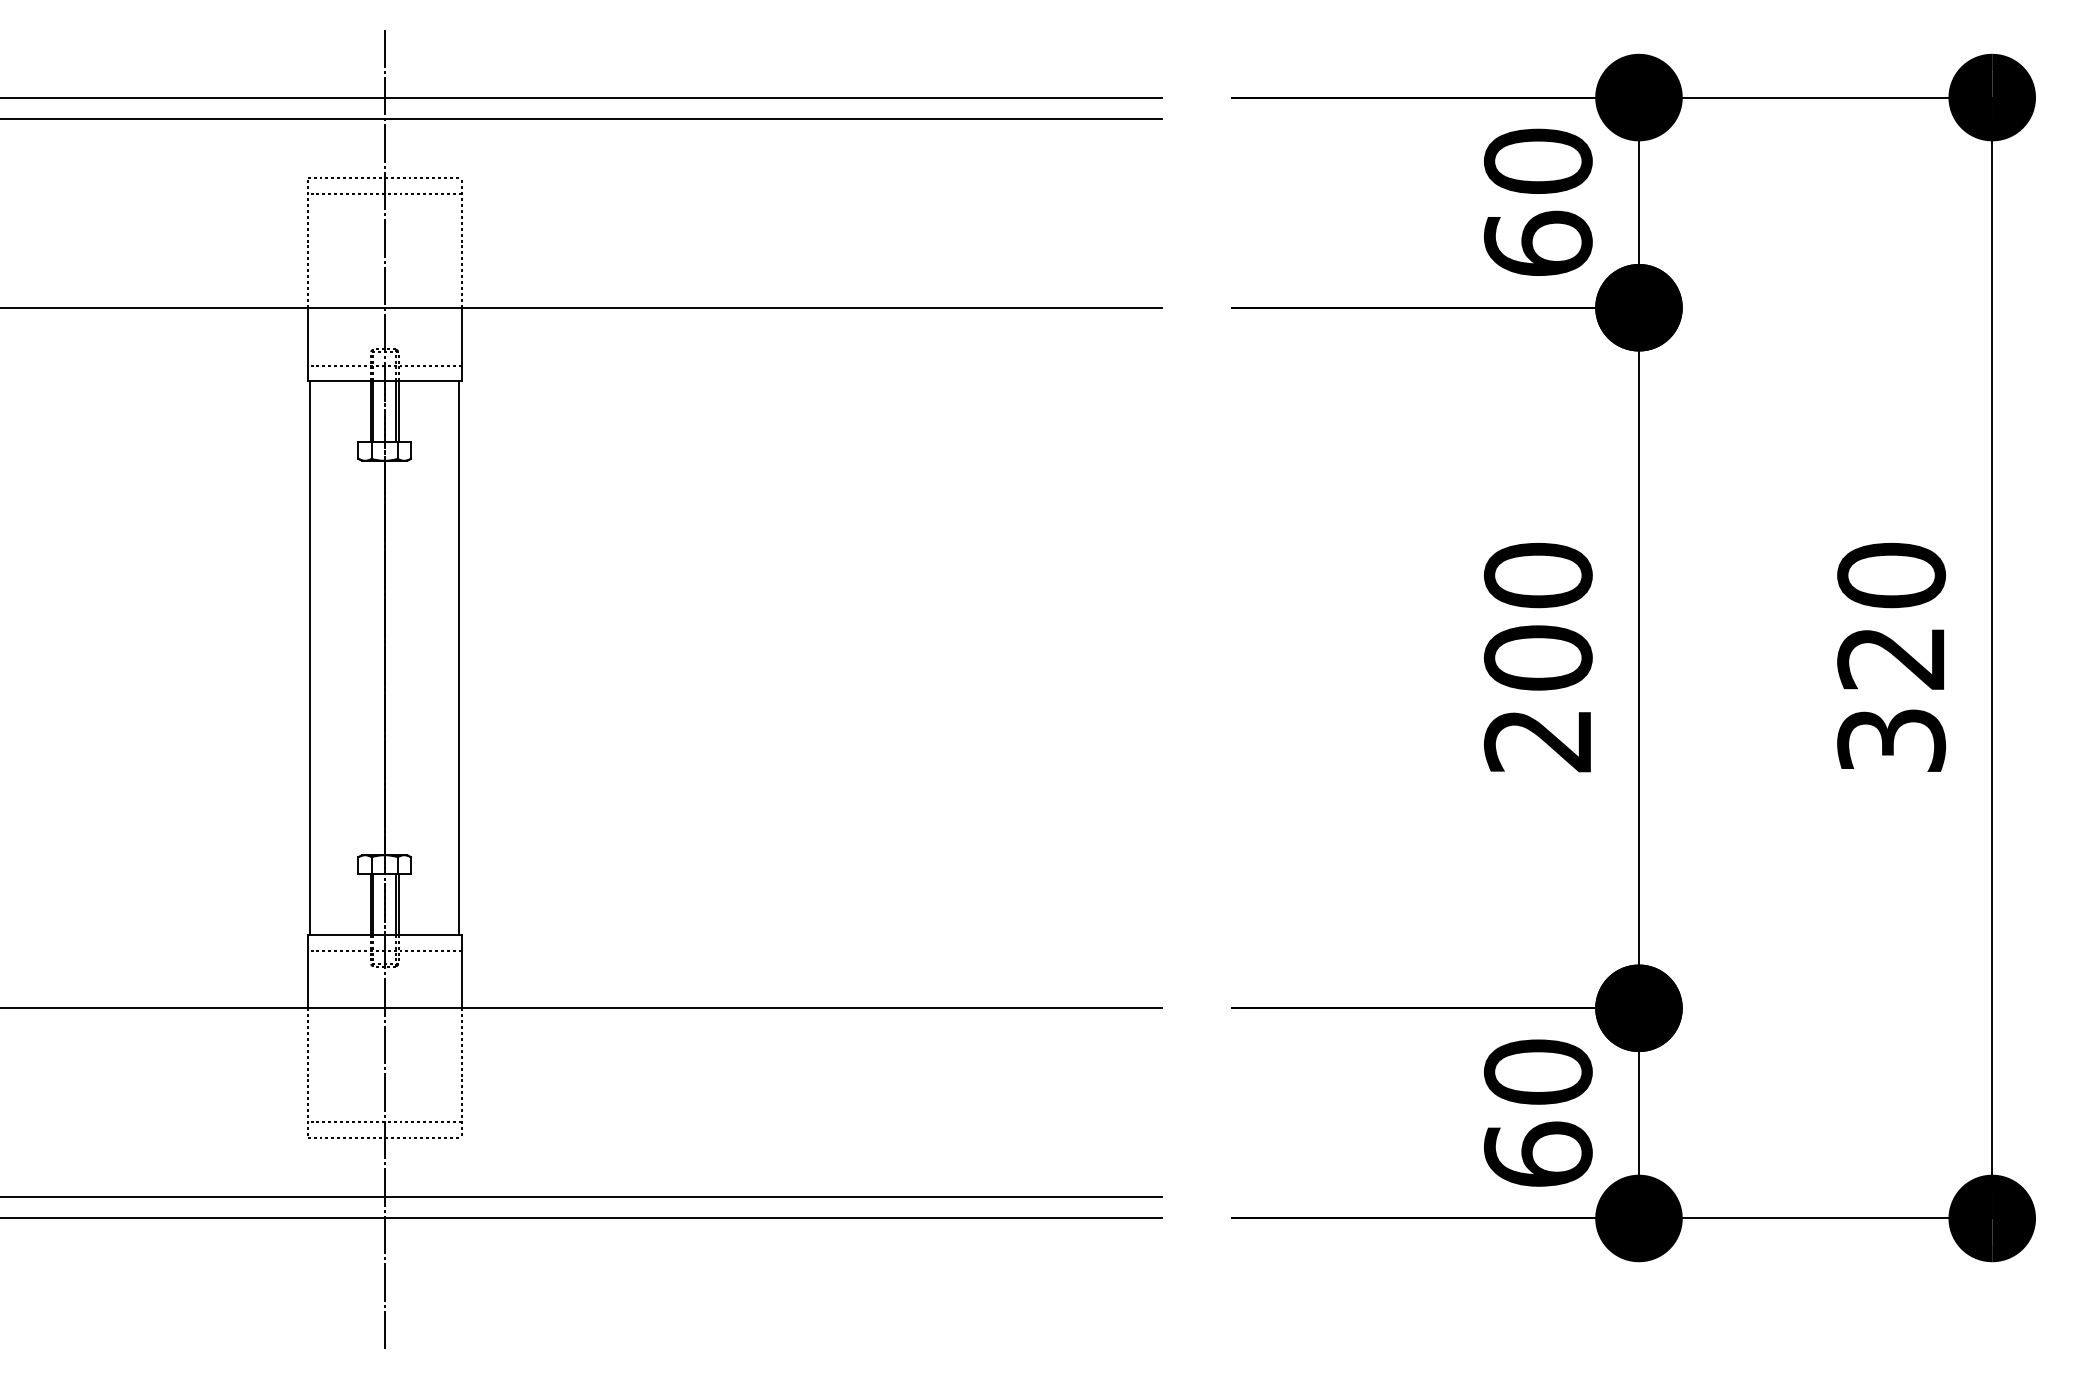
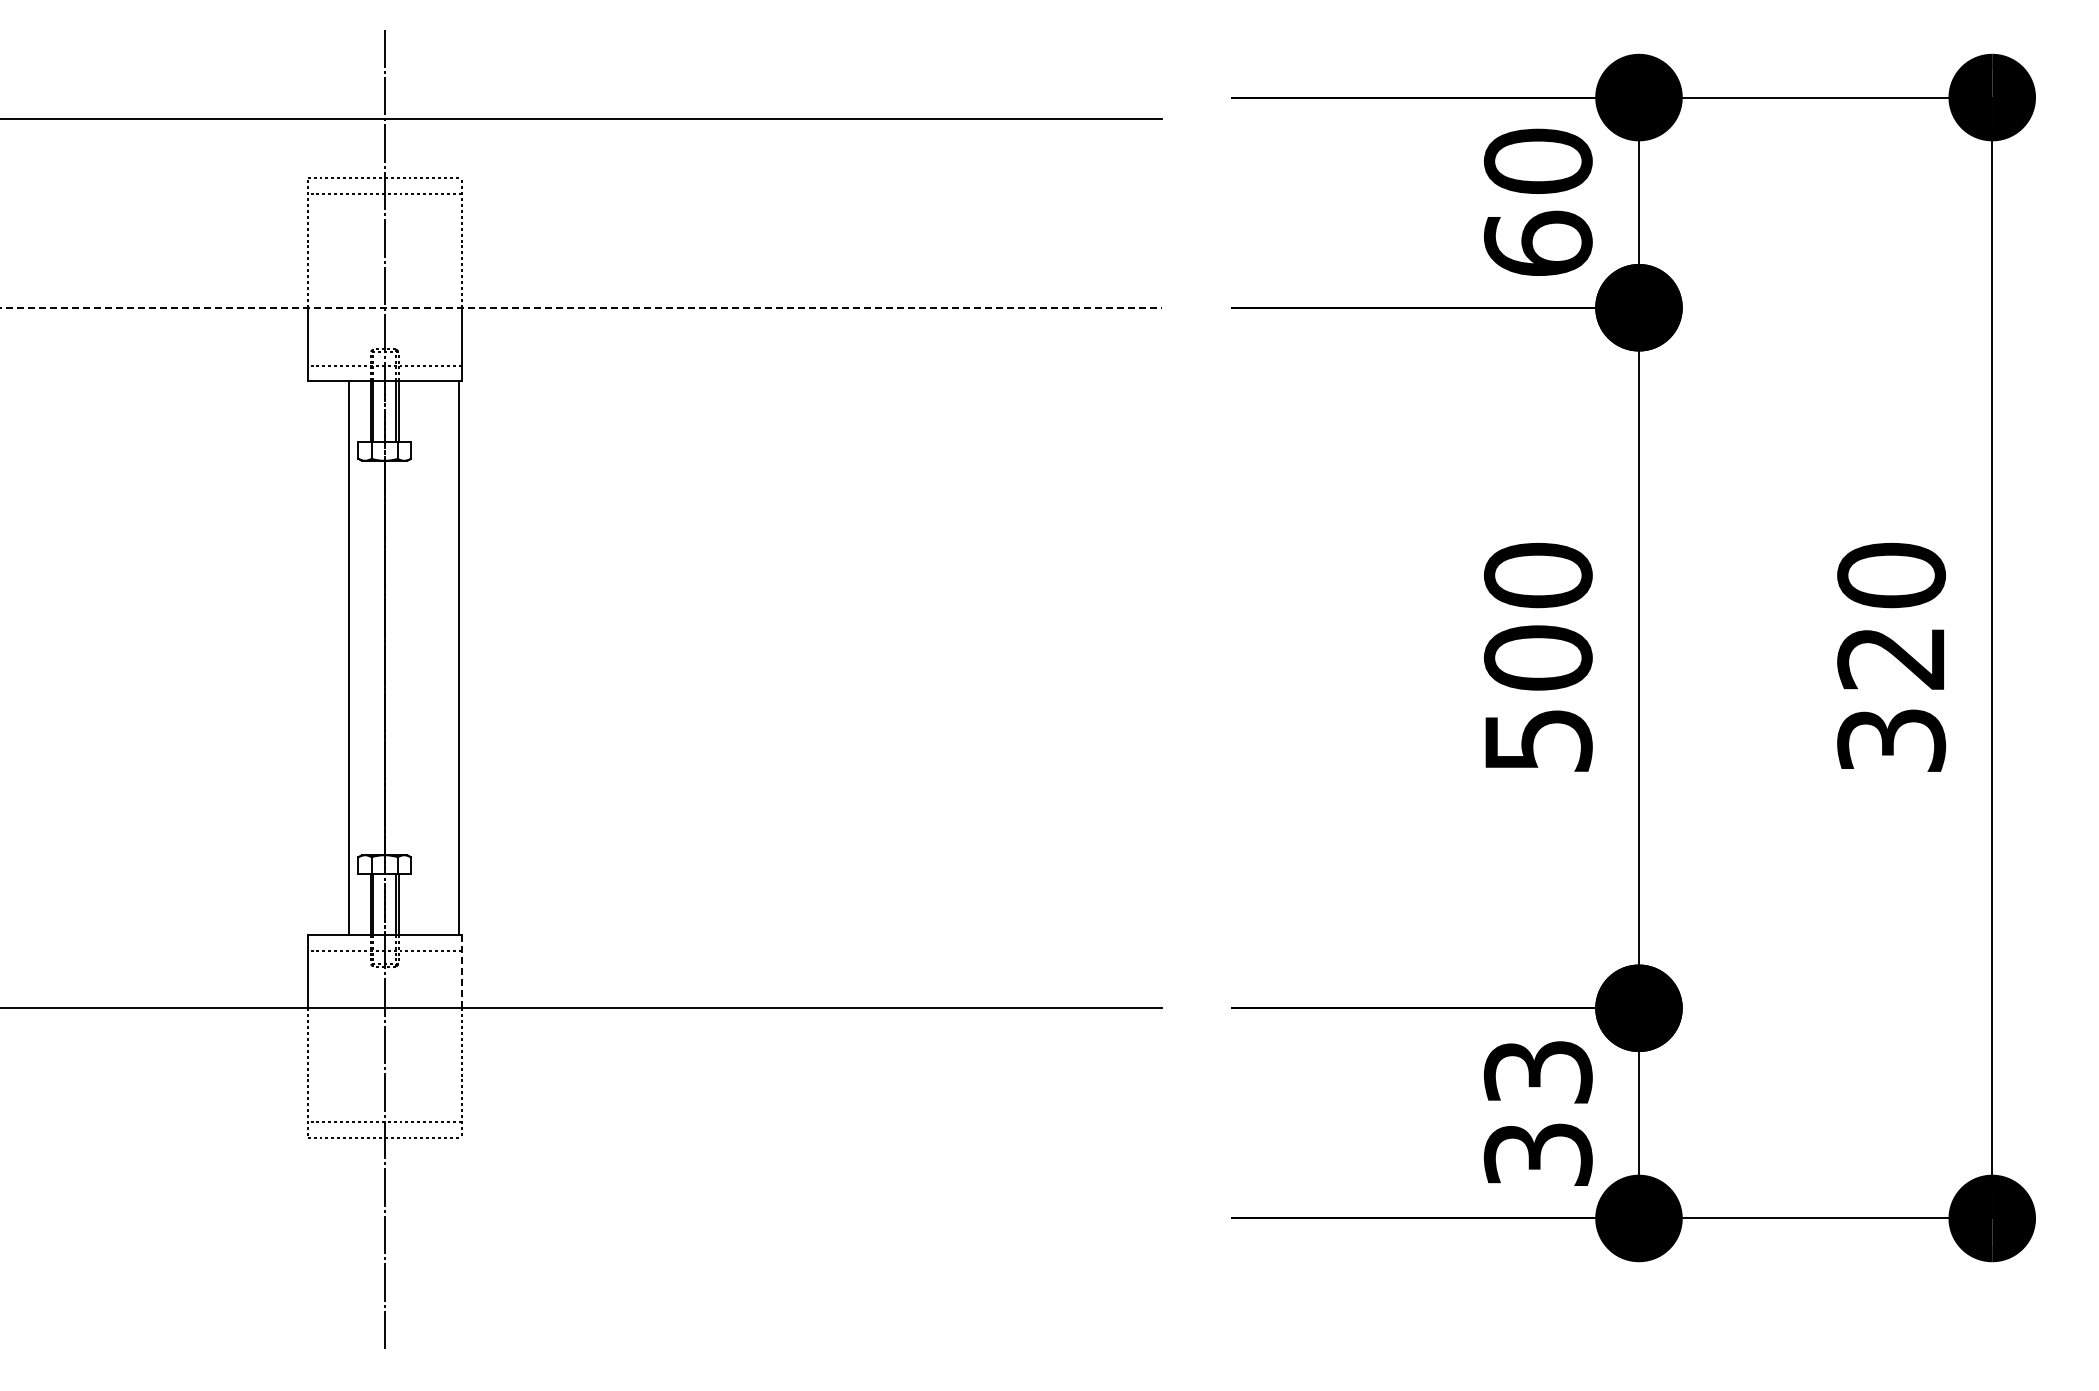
line at (582, 97): present -> none
line at (581, 307): solid -> dashed
line at (310, 657) position: (310, 657) -> (349, 657)
text at (1537, 741): 200 -> 500
line at (461, 971): solid -> dashed
text at (1537, 1112): 60 -> 33
line at (582, 1197): present -> none
line at (582, 1218): present -> none
